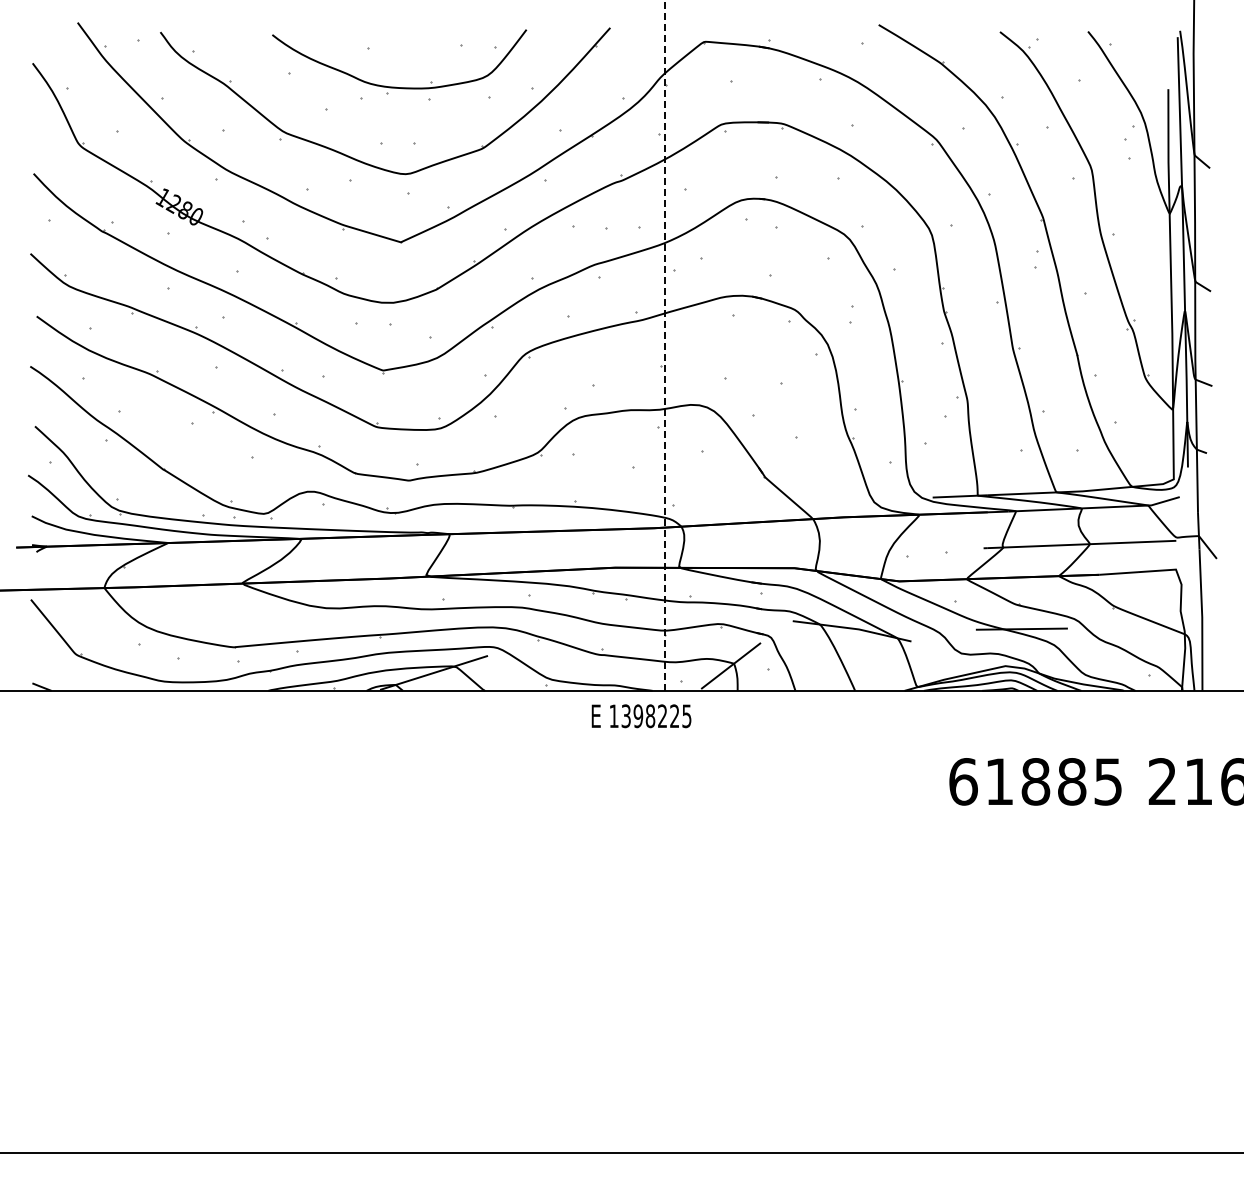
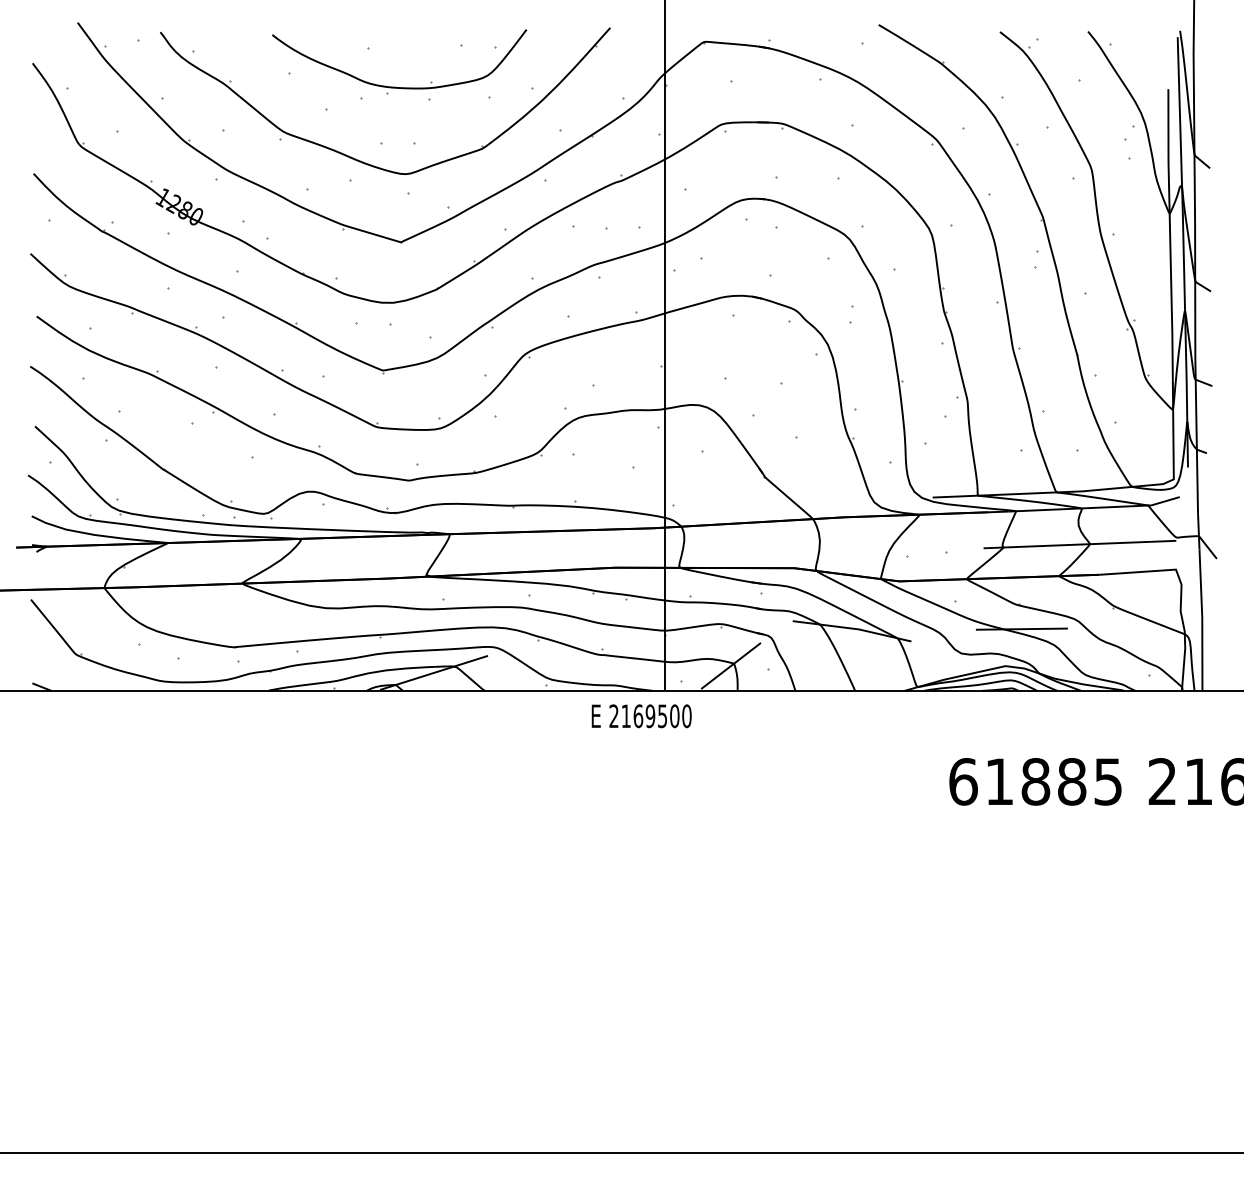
line at (665, 345): dashed -> solid
text at (650, 716): 1398225 -> 2169500
